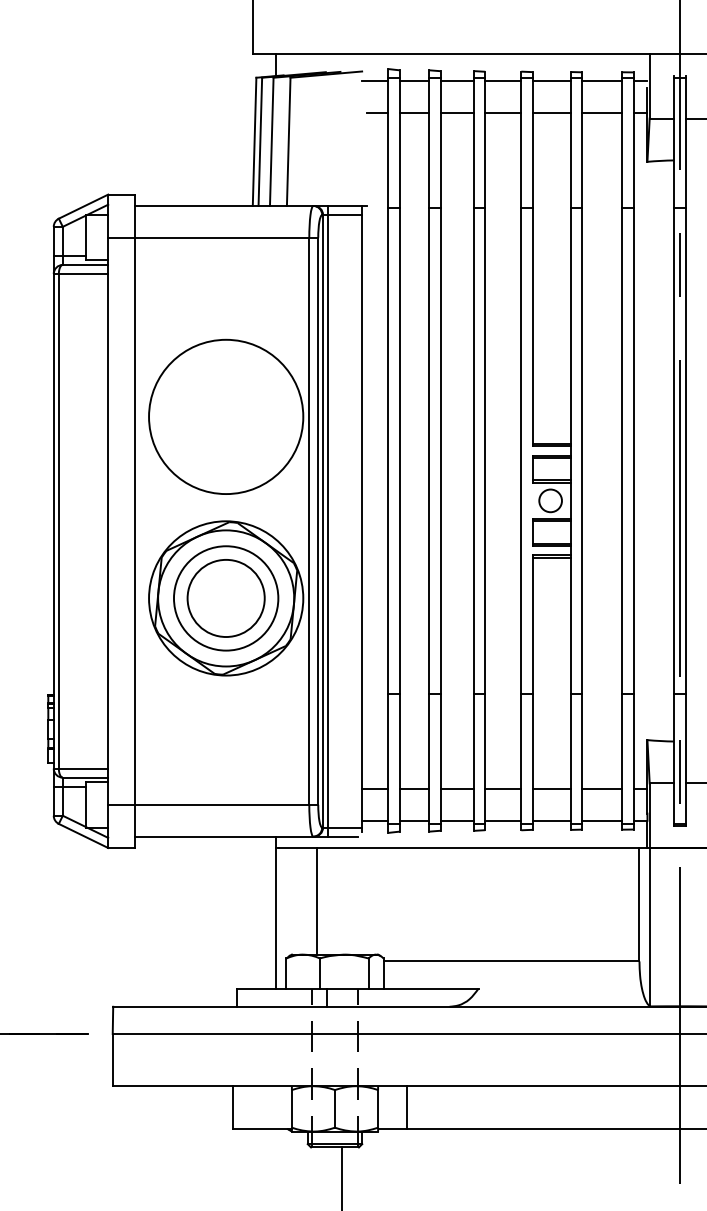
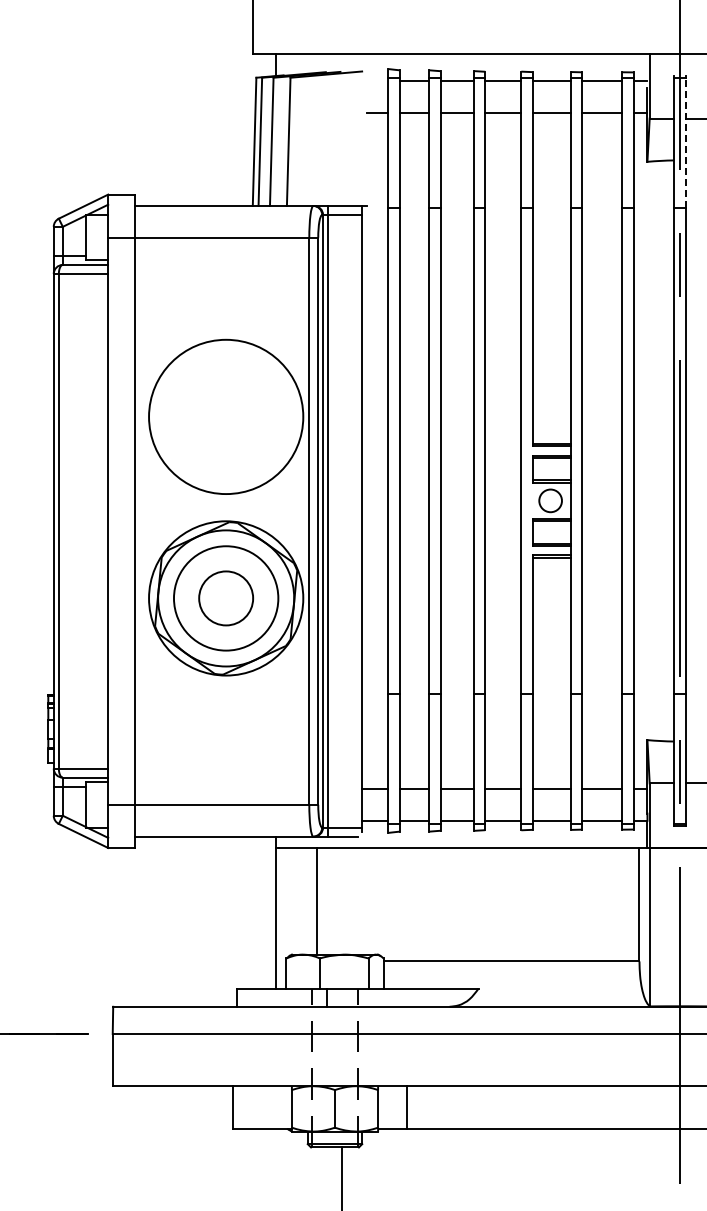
line at (375, 81): present -> none
line at (685, 142): solid -> dashed
circle at (225, 598) diameter: 77 px -> 54 px
